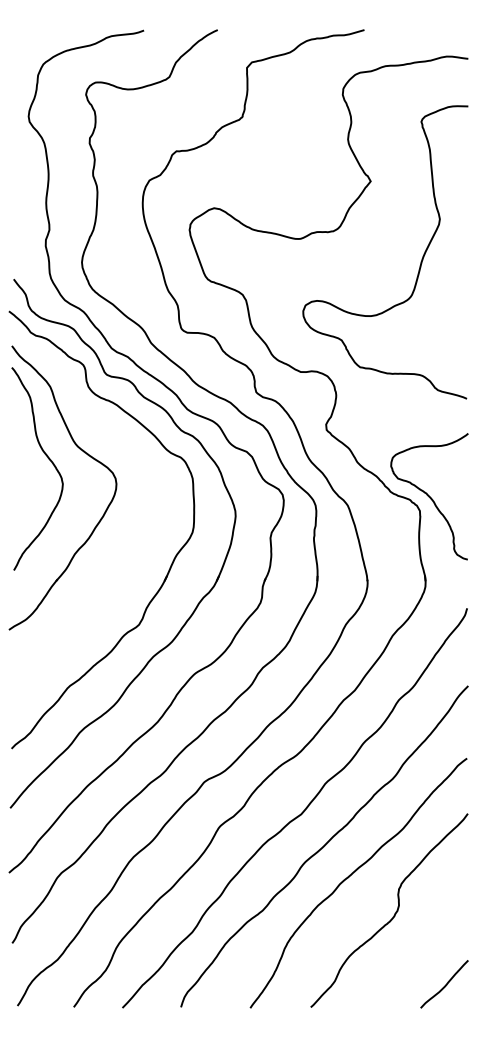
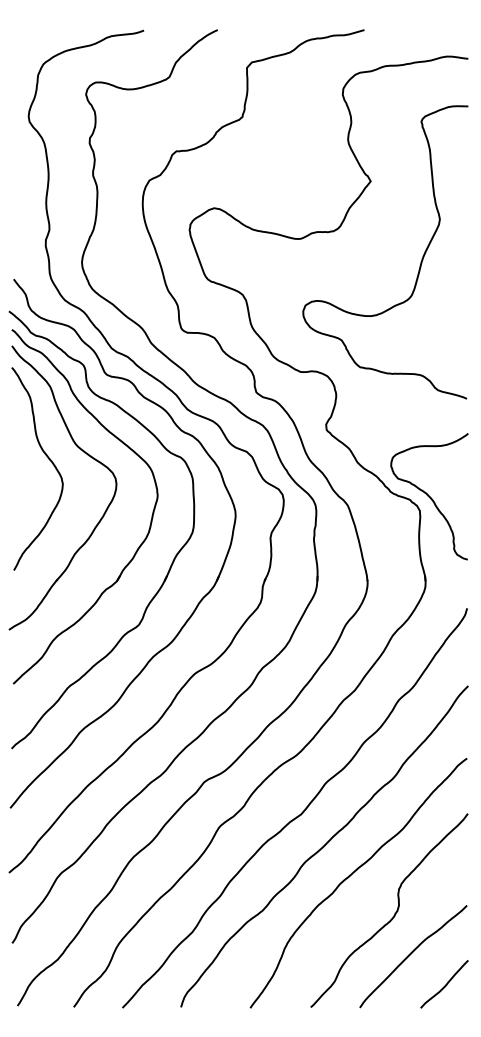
part at (138, 546): none -> present
curve at (411, 954): none -> present
